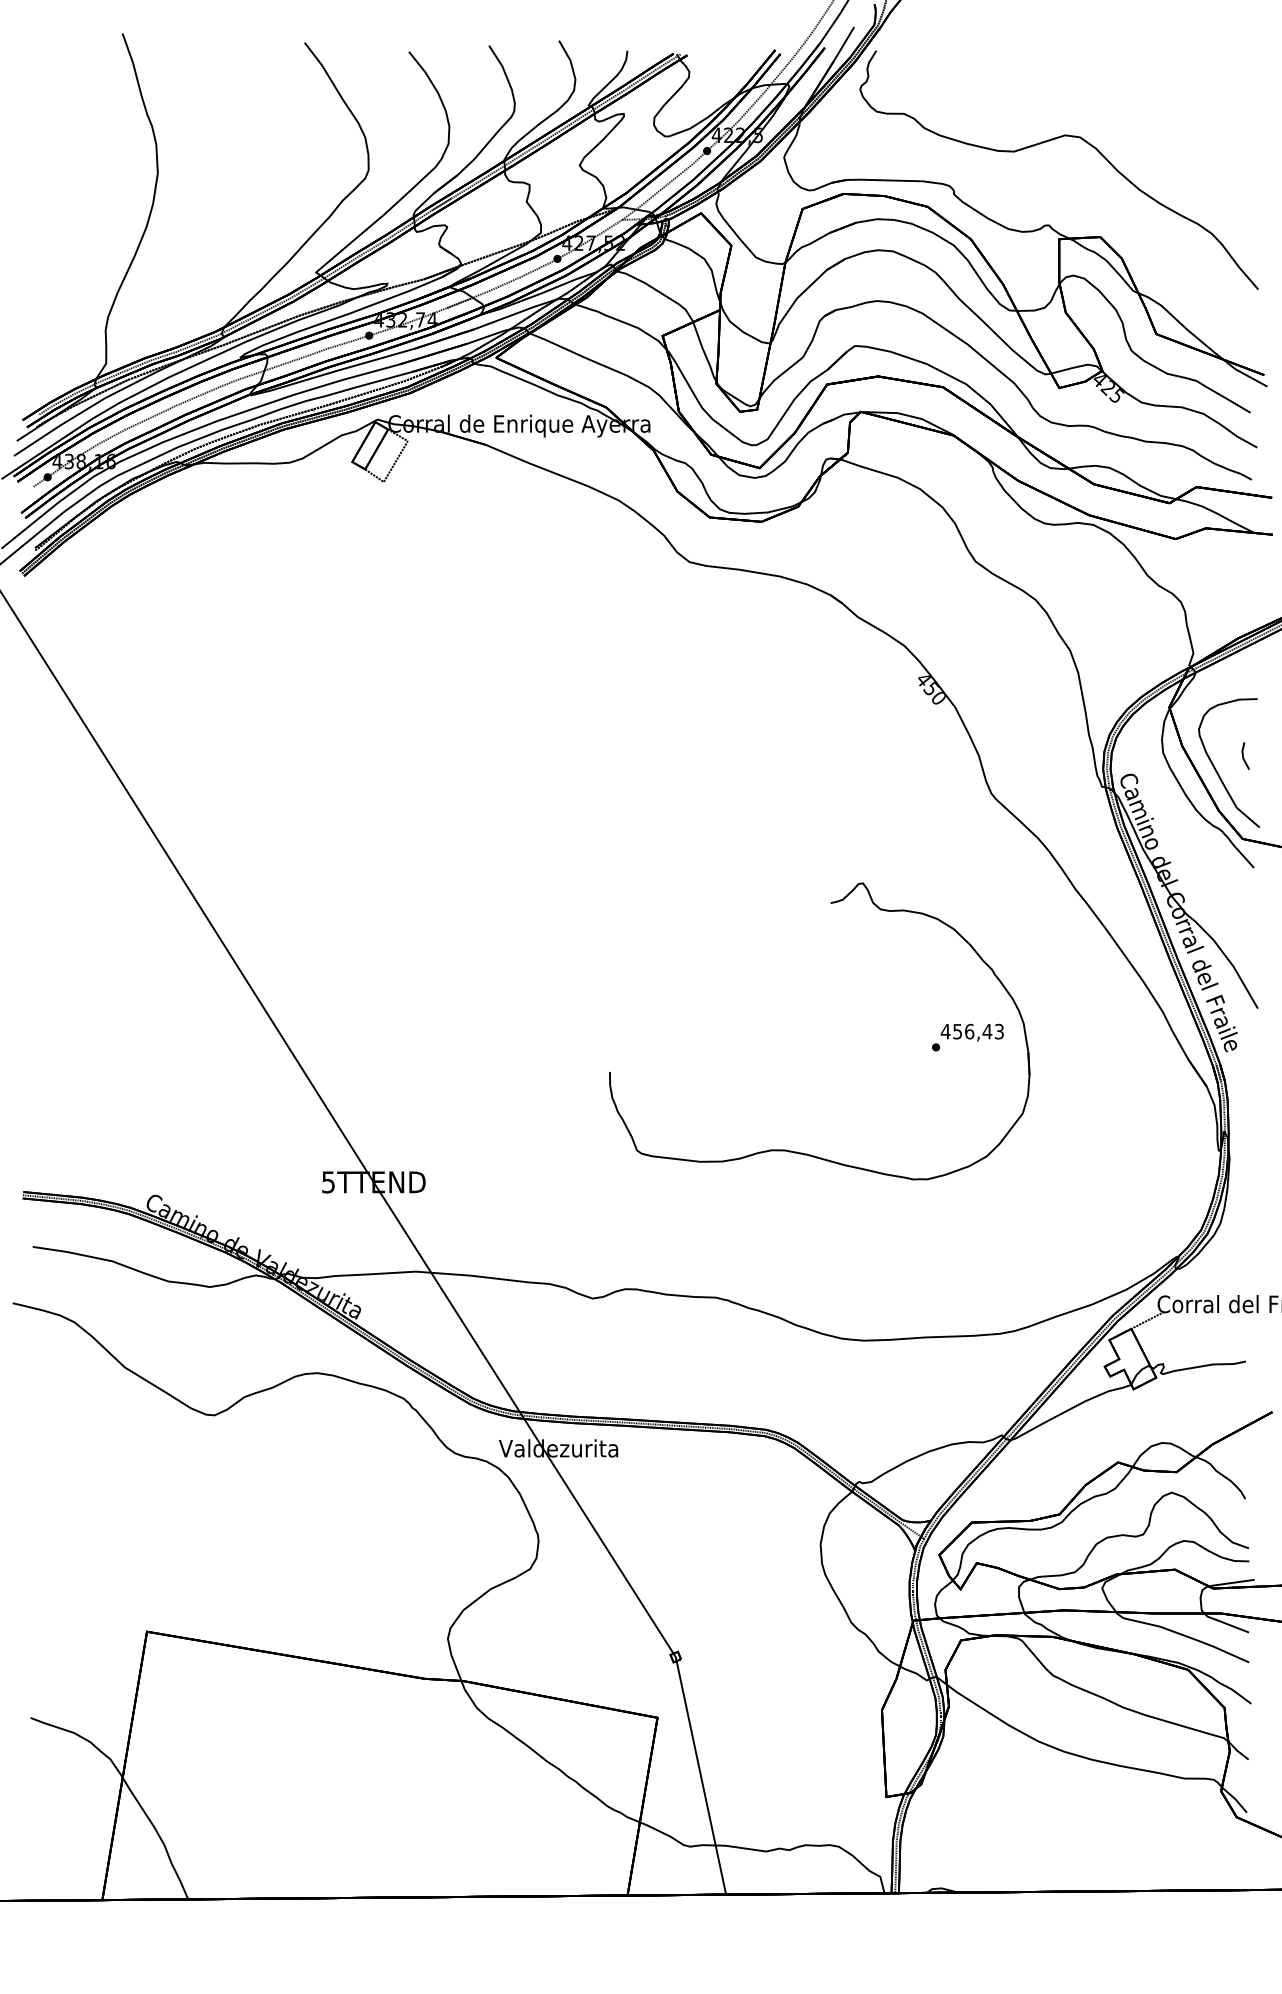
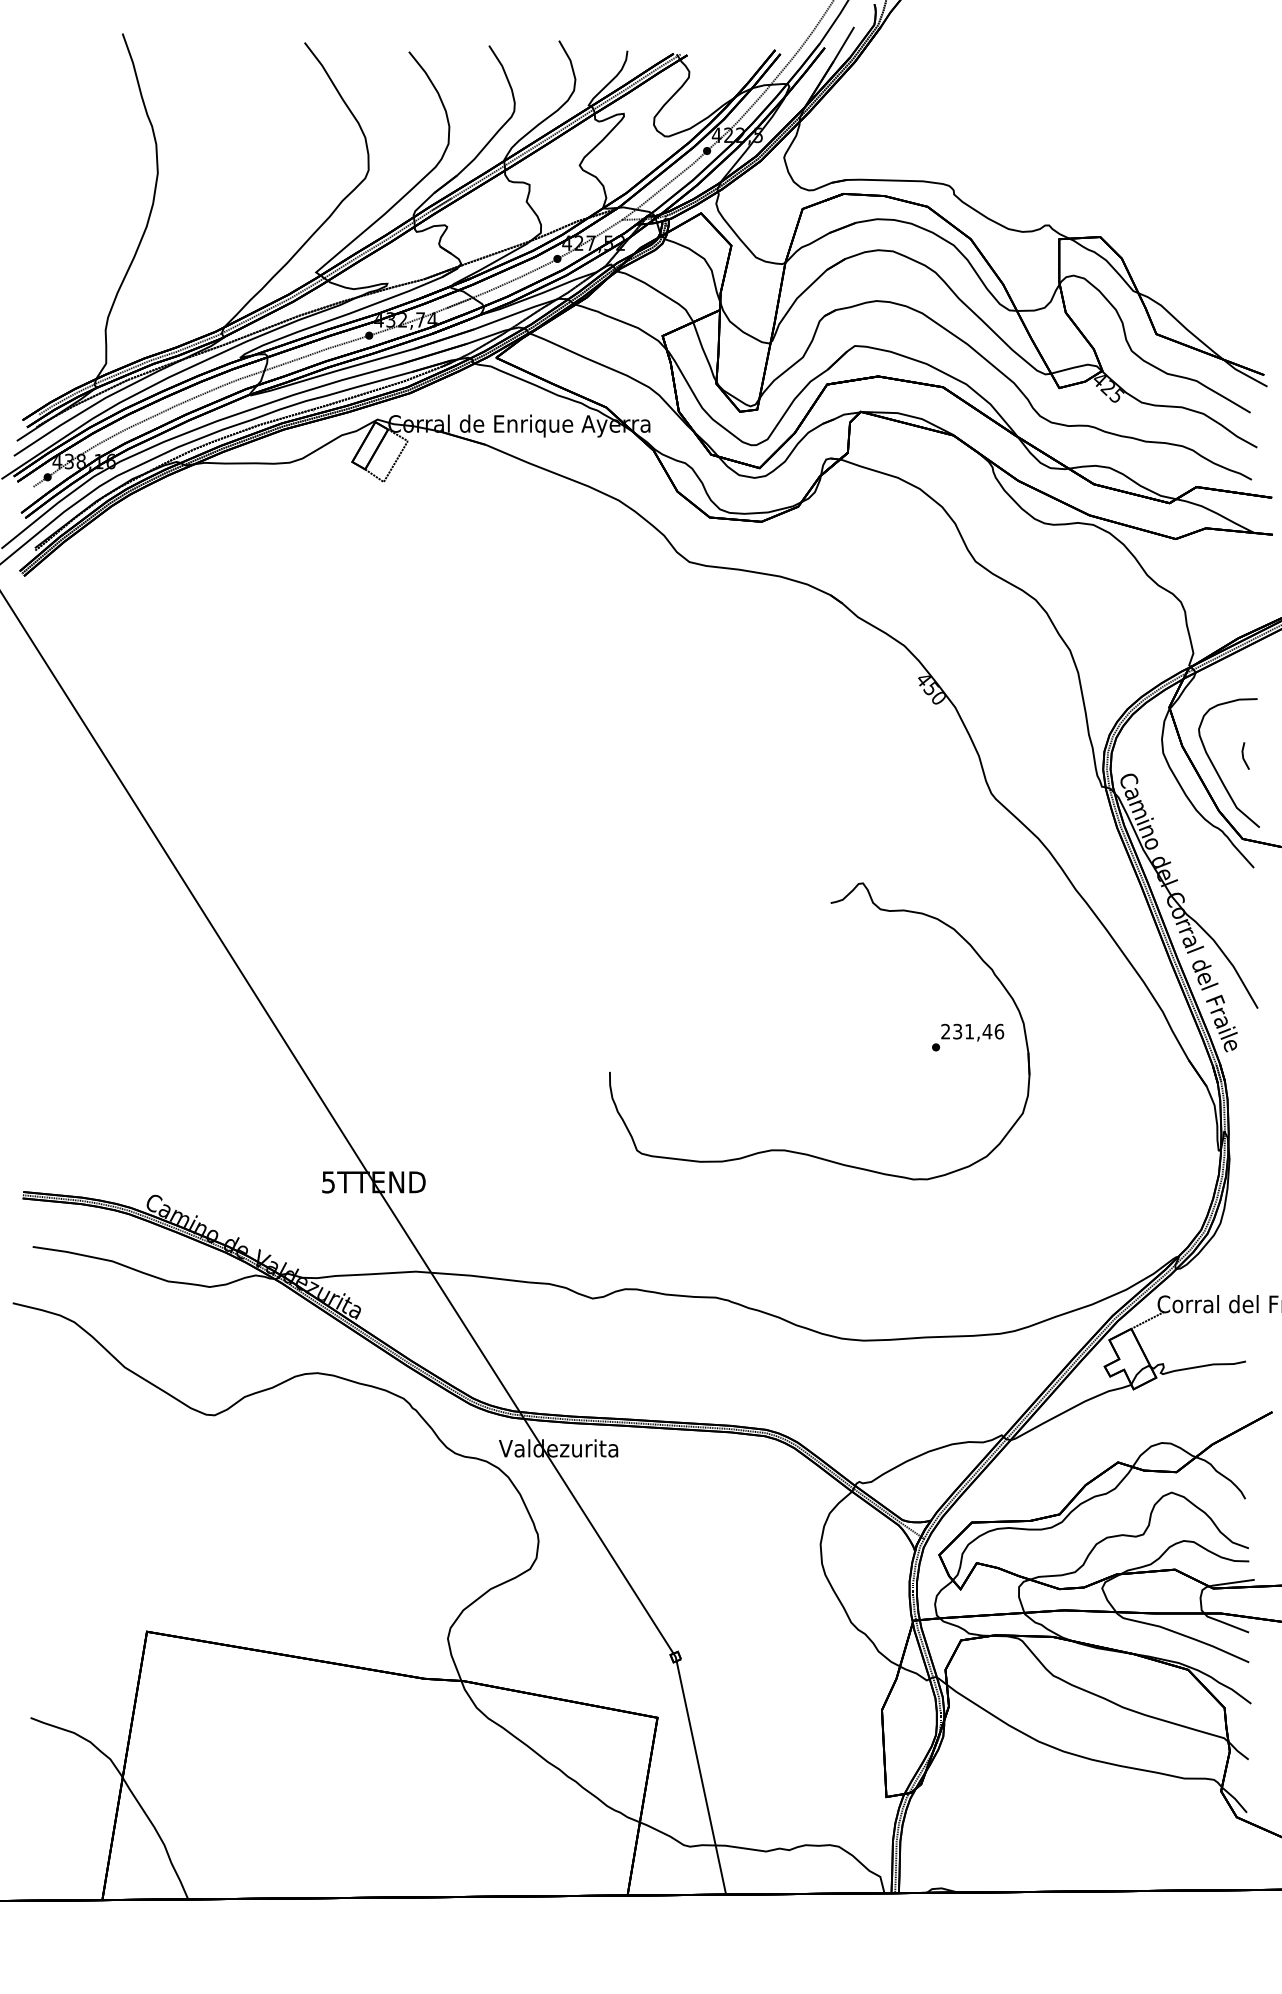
part at (1049, 141): present -> none
text at (972, 1031): 456,43 -> 231,46
